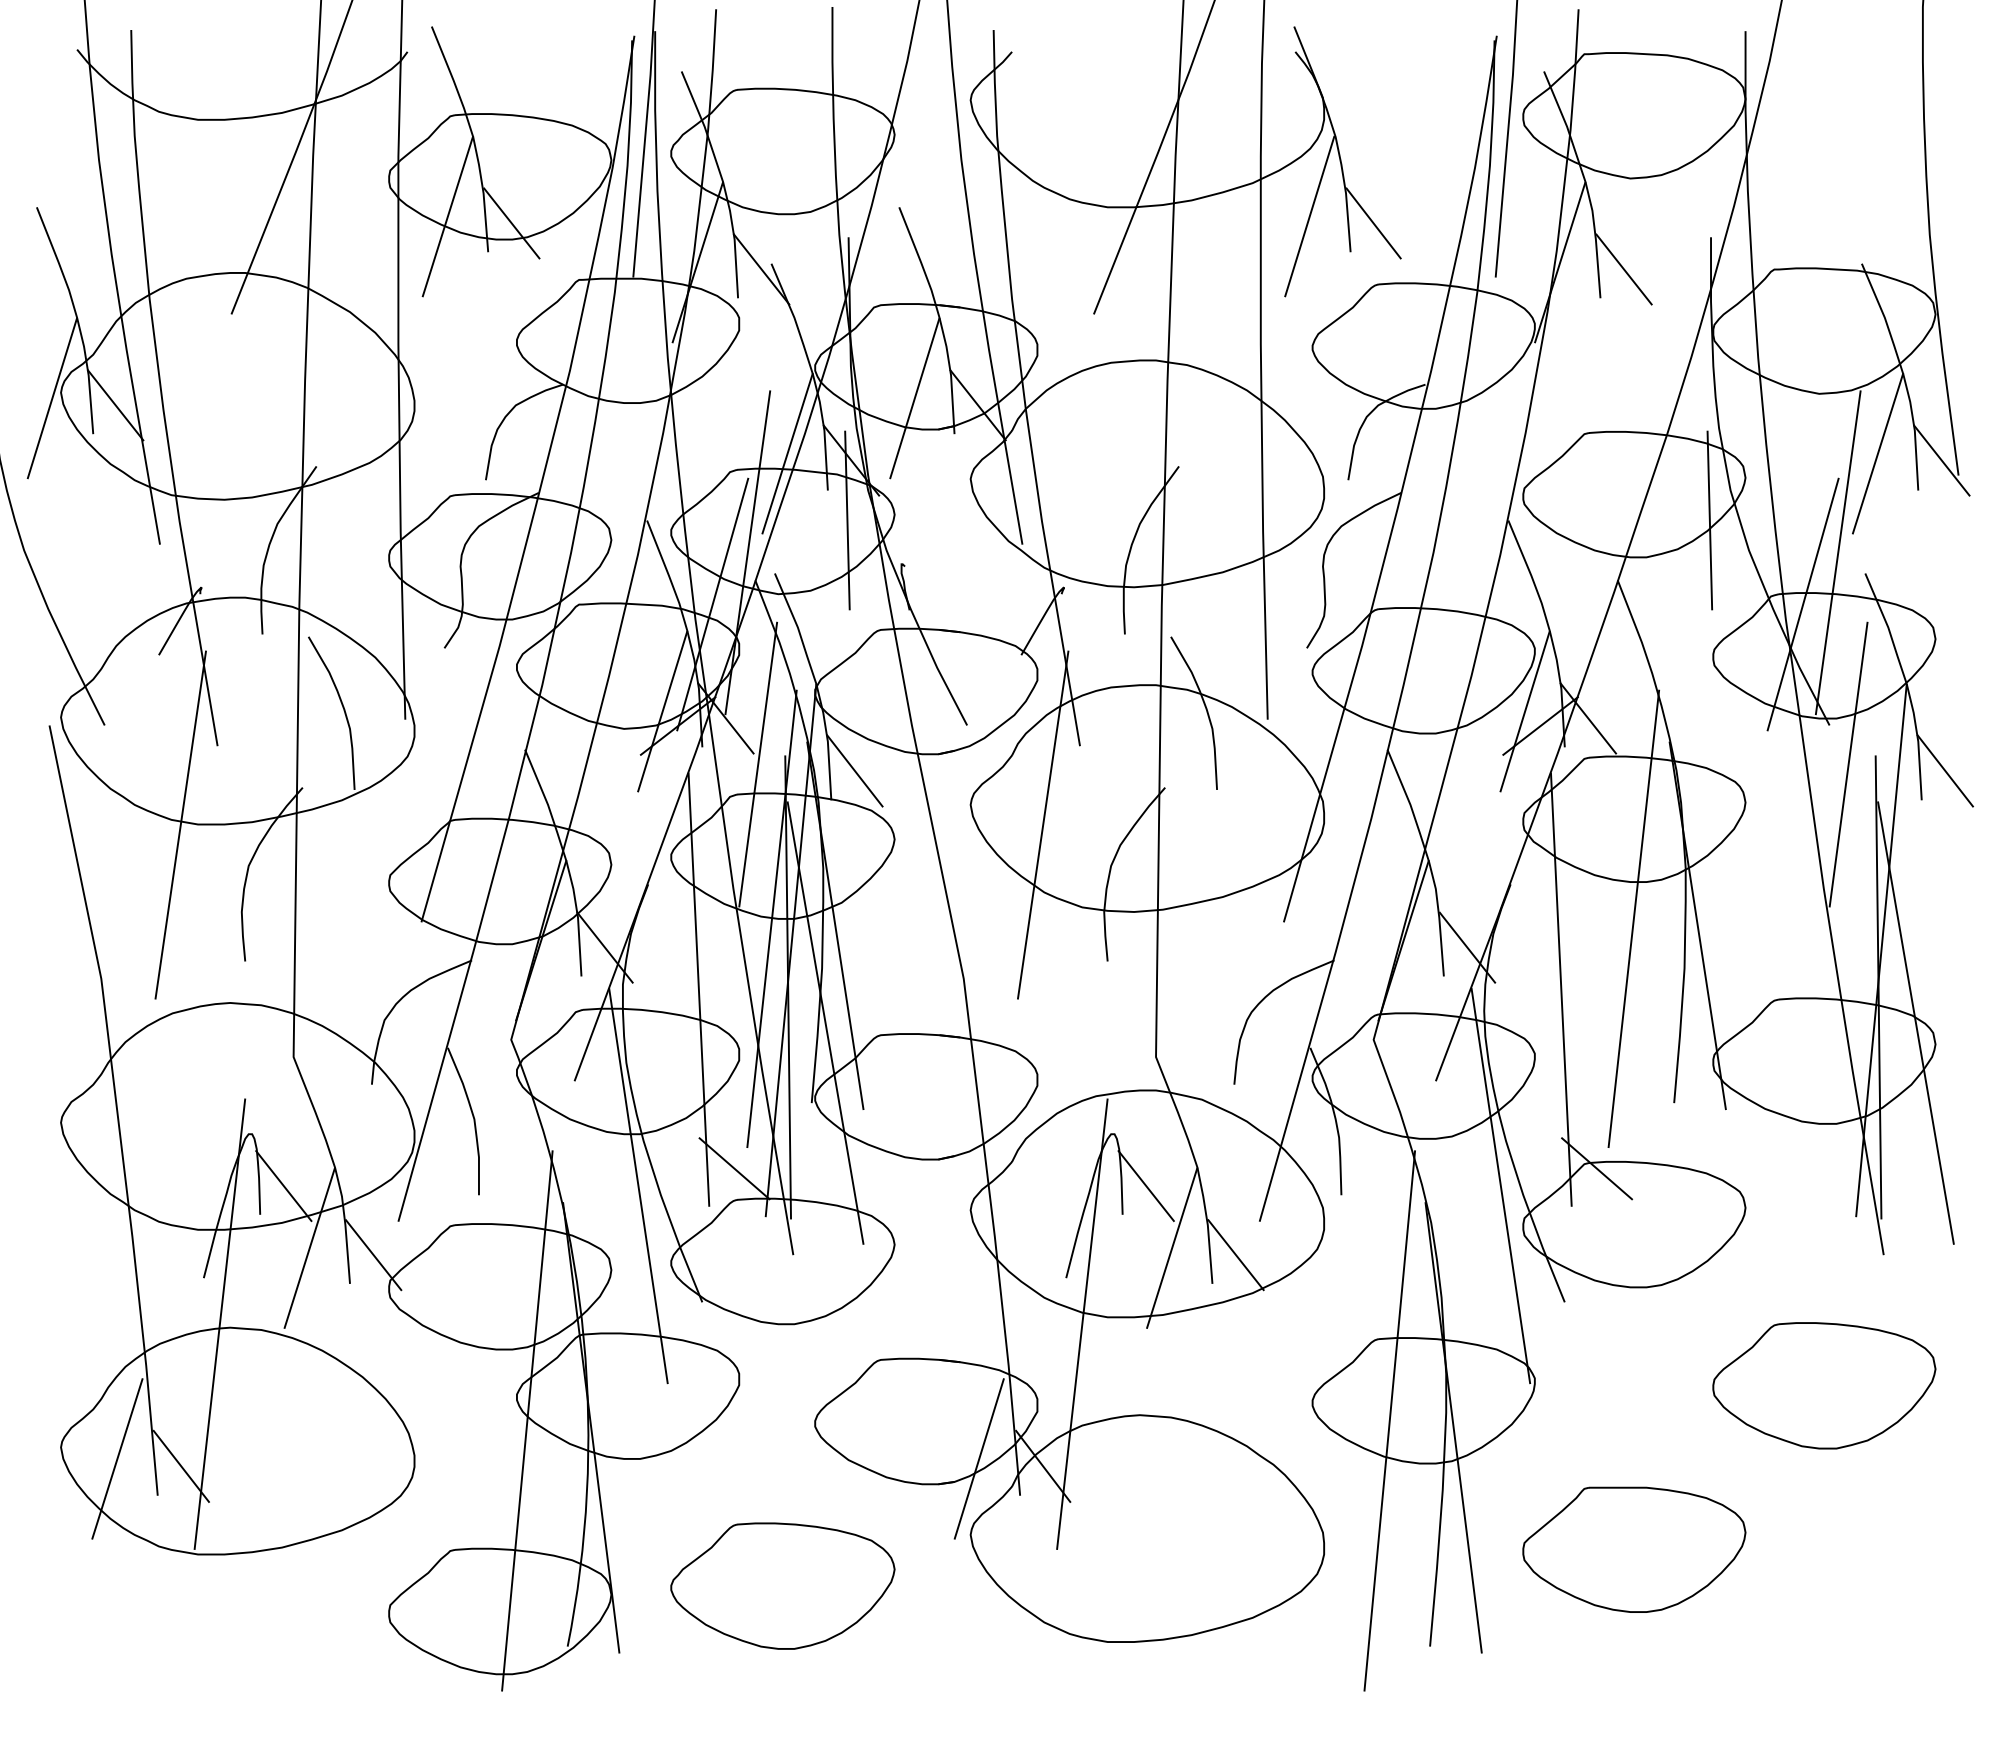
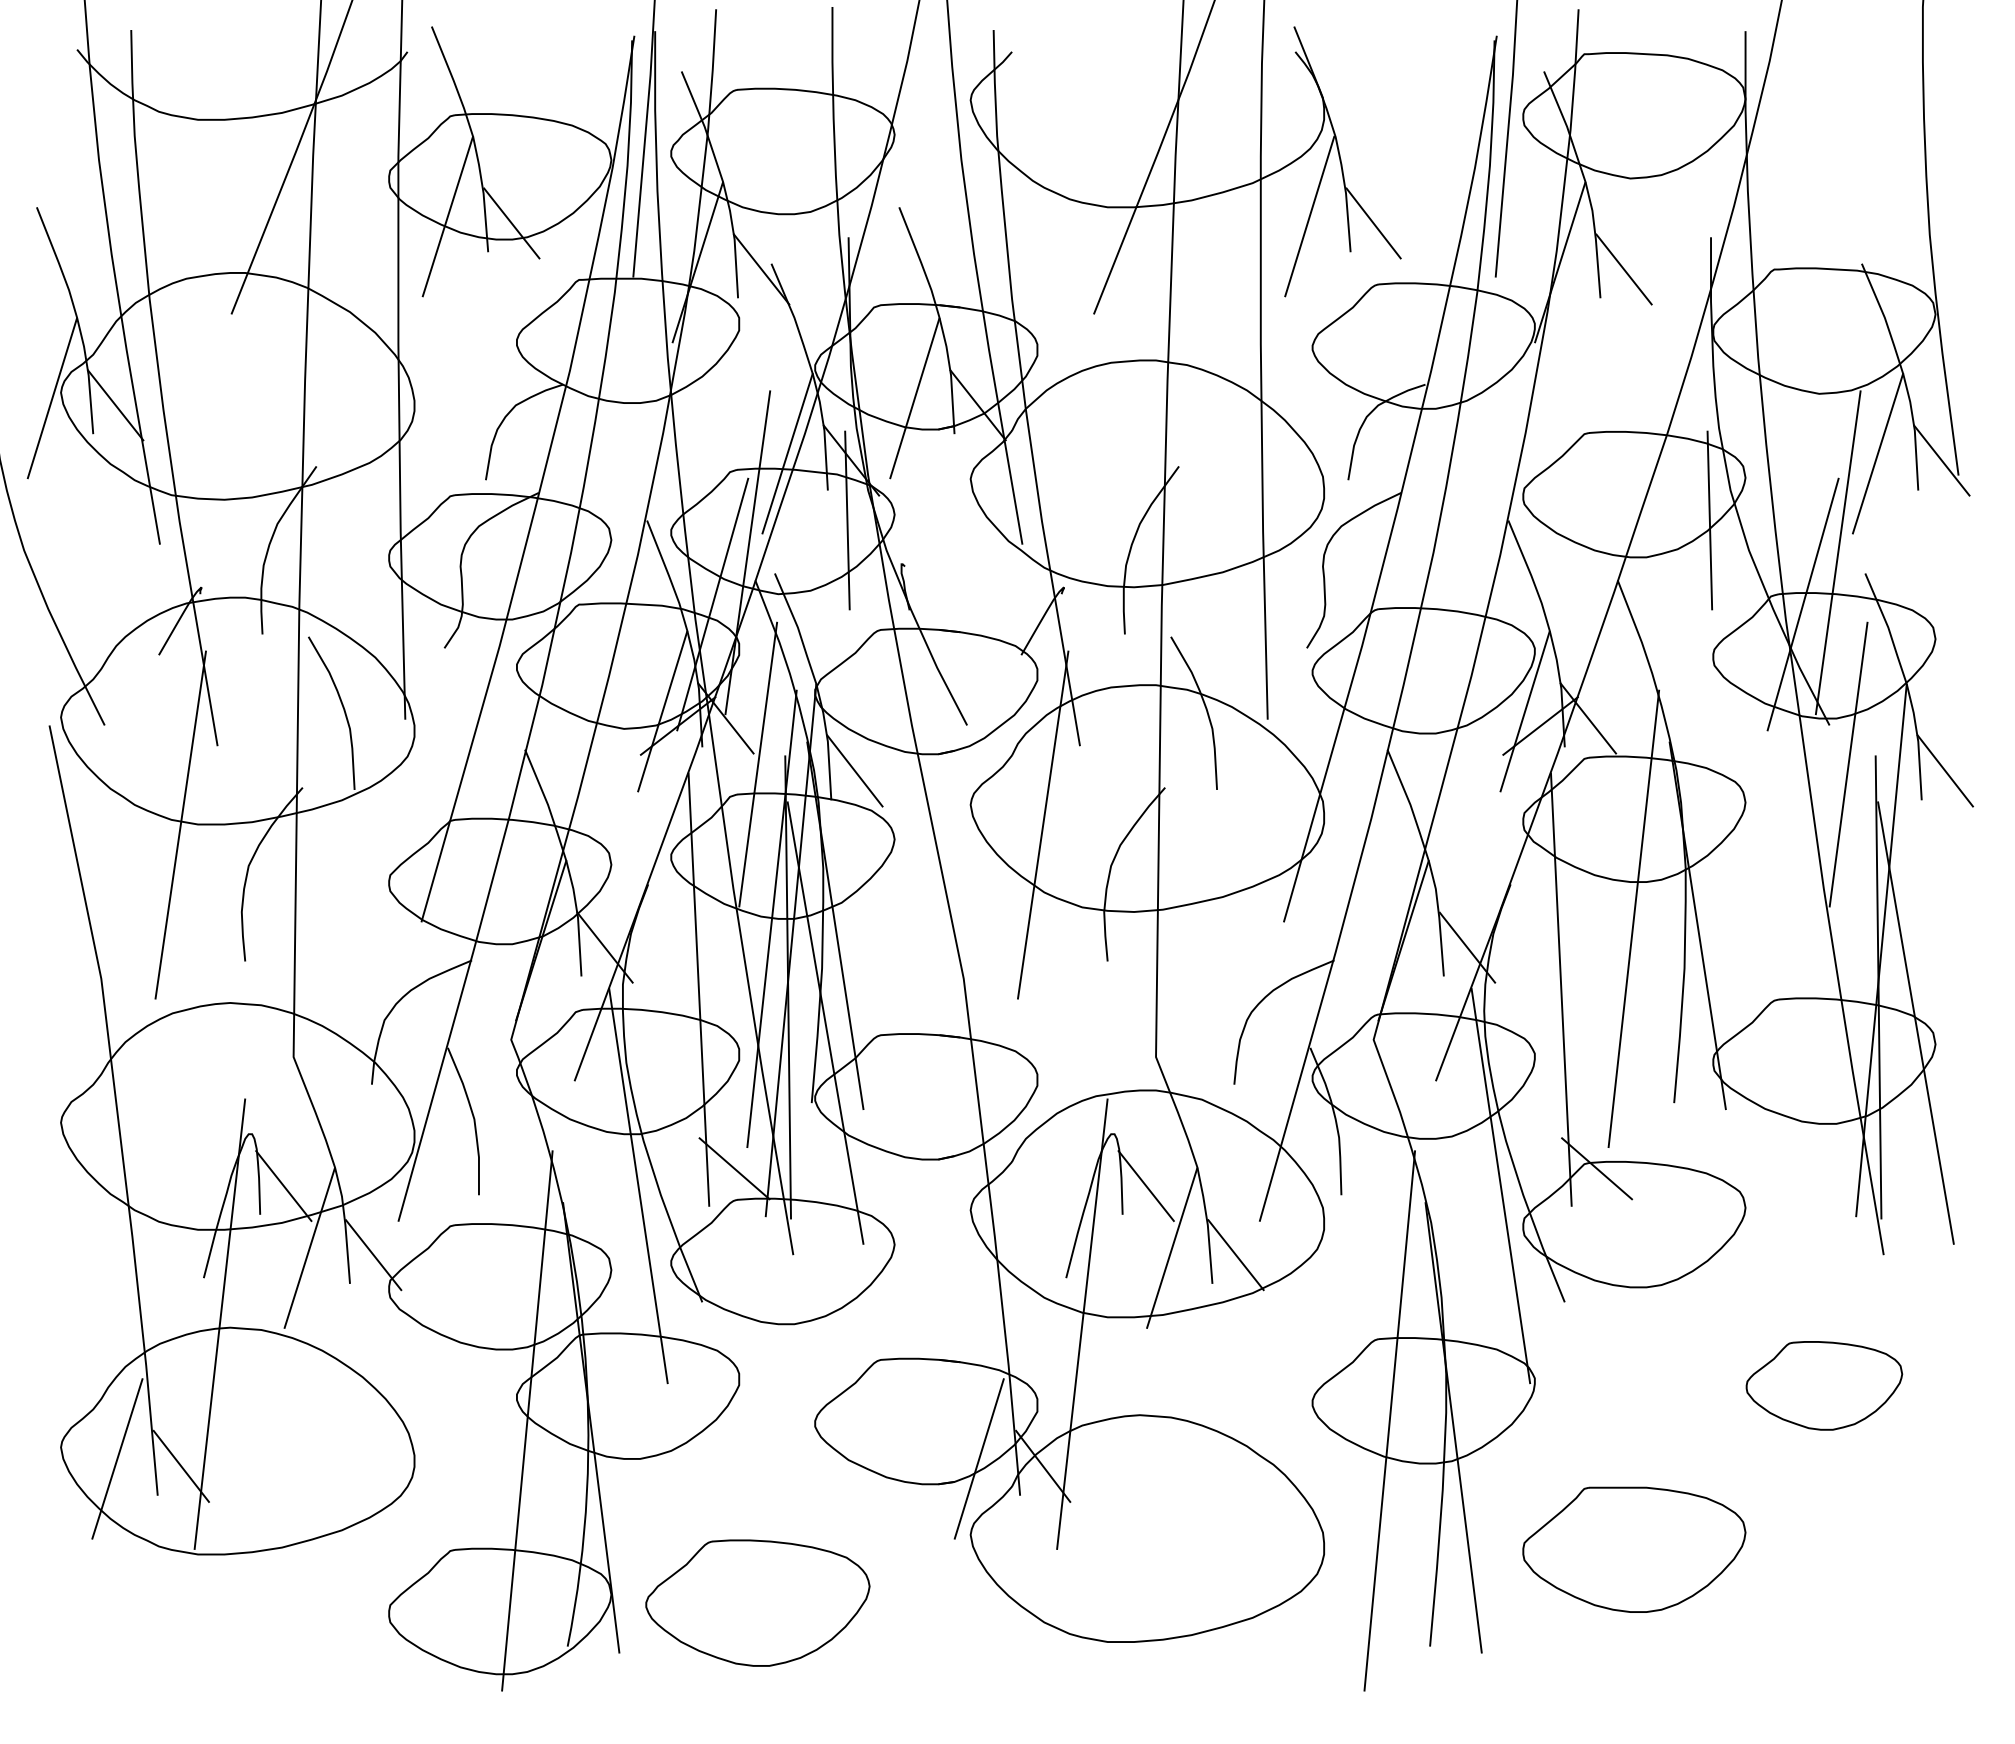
part at (1824, 1385) size: 225x128 px -> 159x90 px
part at (782, 1585) position: (782, 1585) -> (757, 1602)
